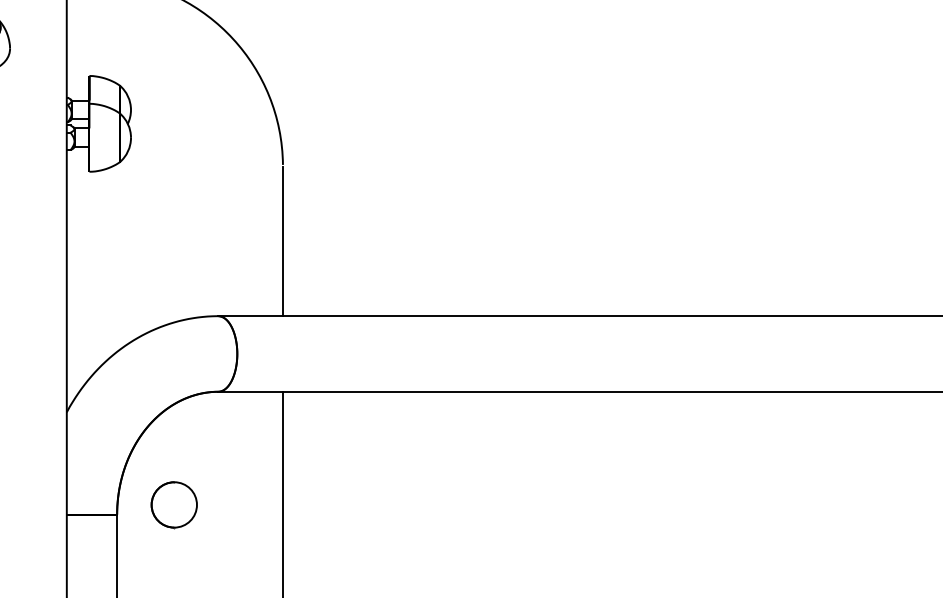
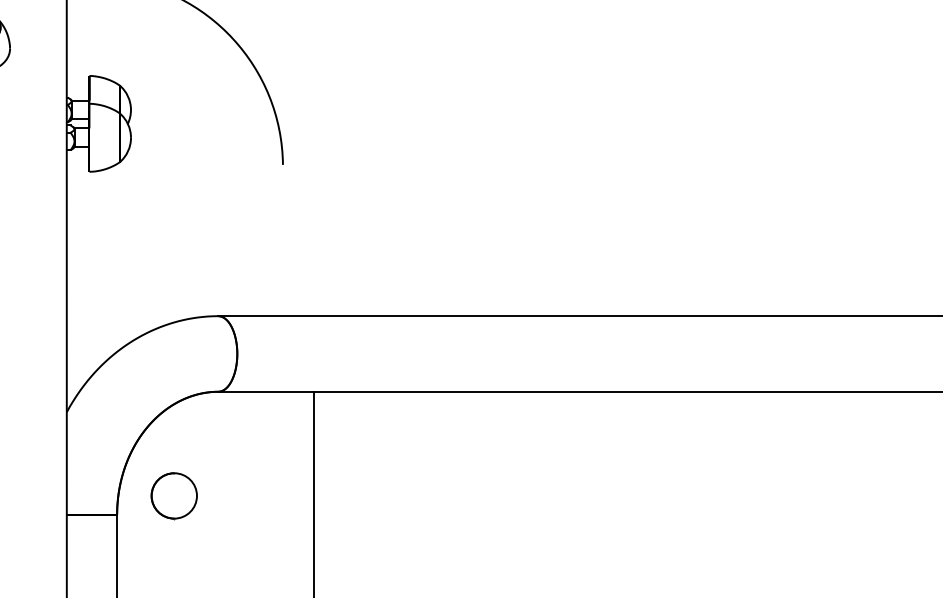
line at (282, 241): present -> none
line at (282, 492) position: (282, 492) -> (313, 492)
part at (173, 505) position: (173, 505) -> (173, 496)
